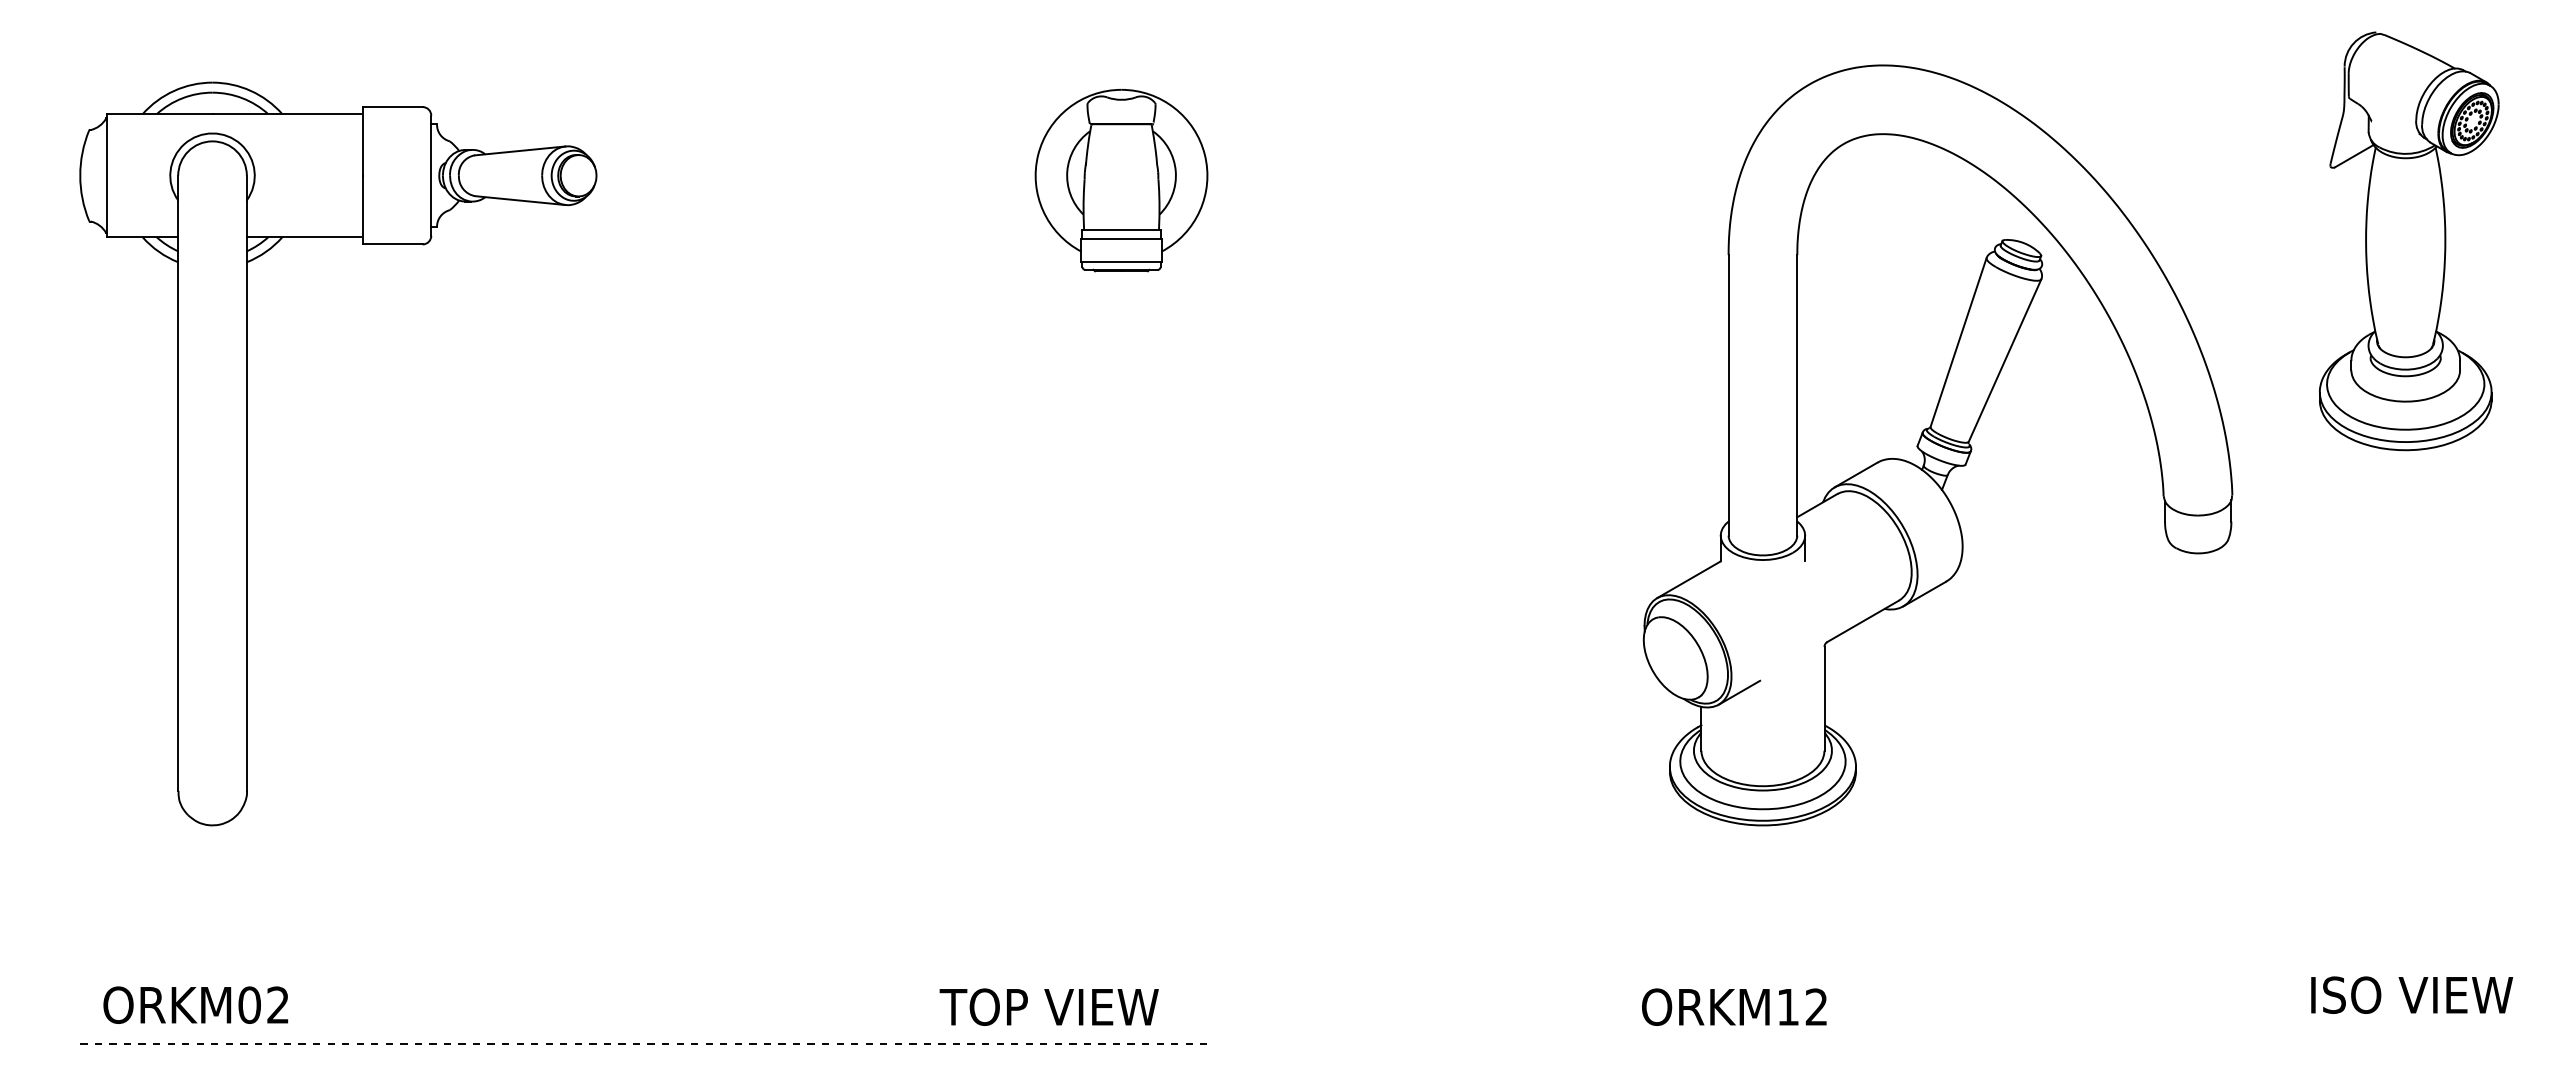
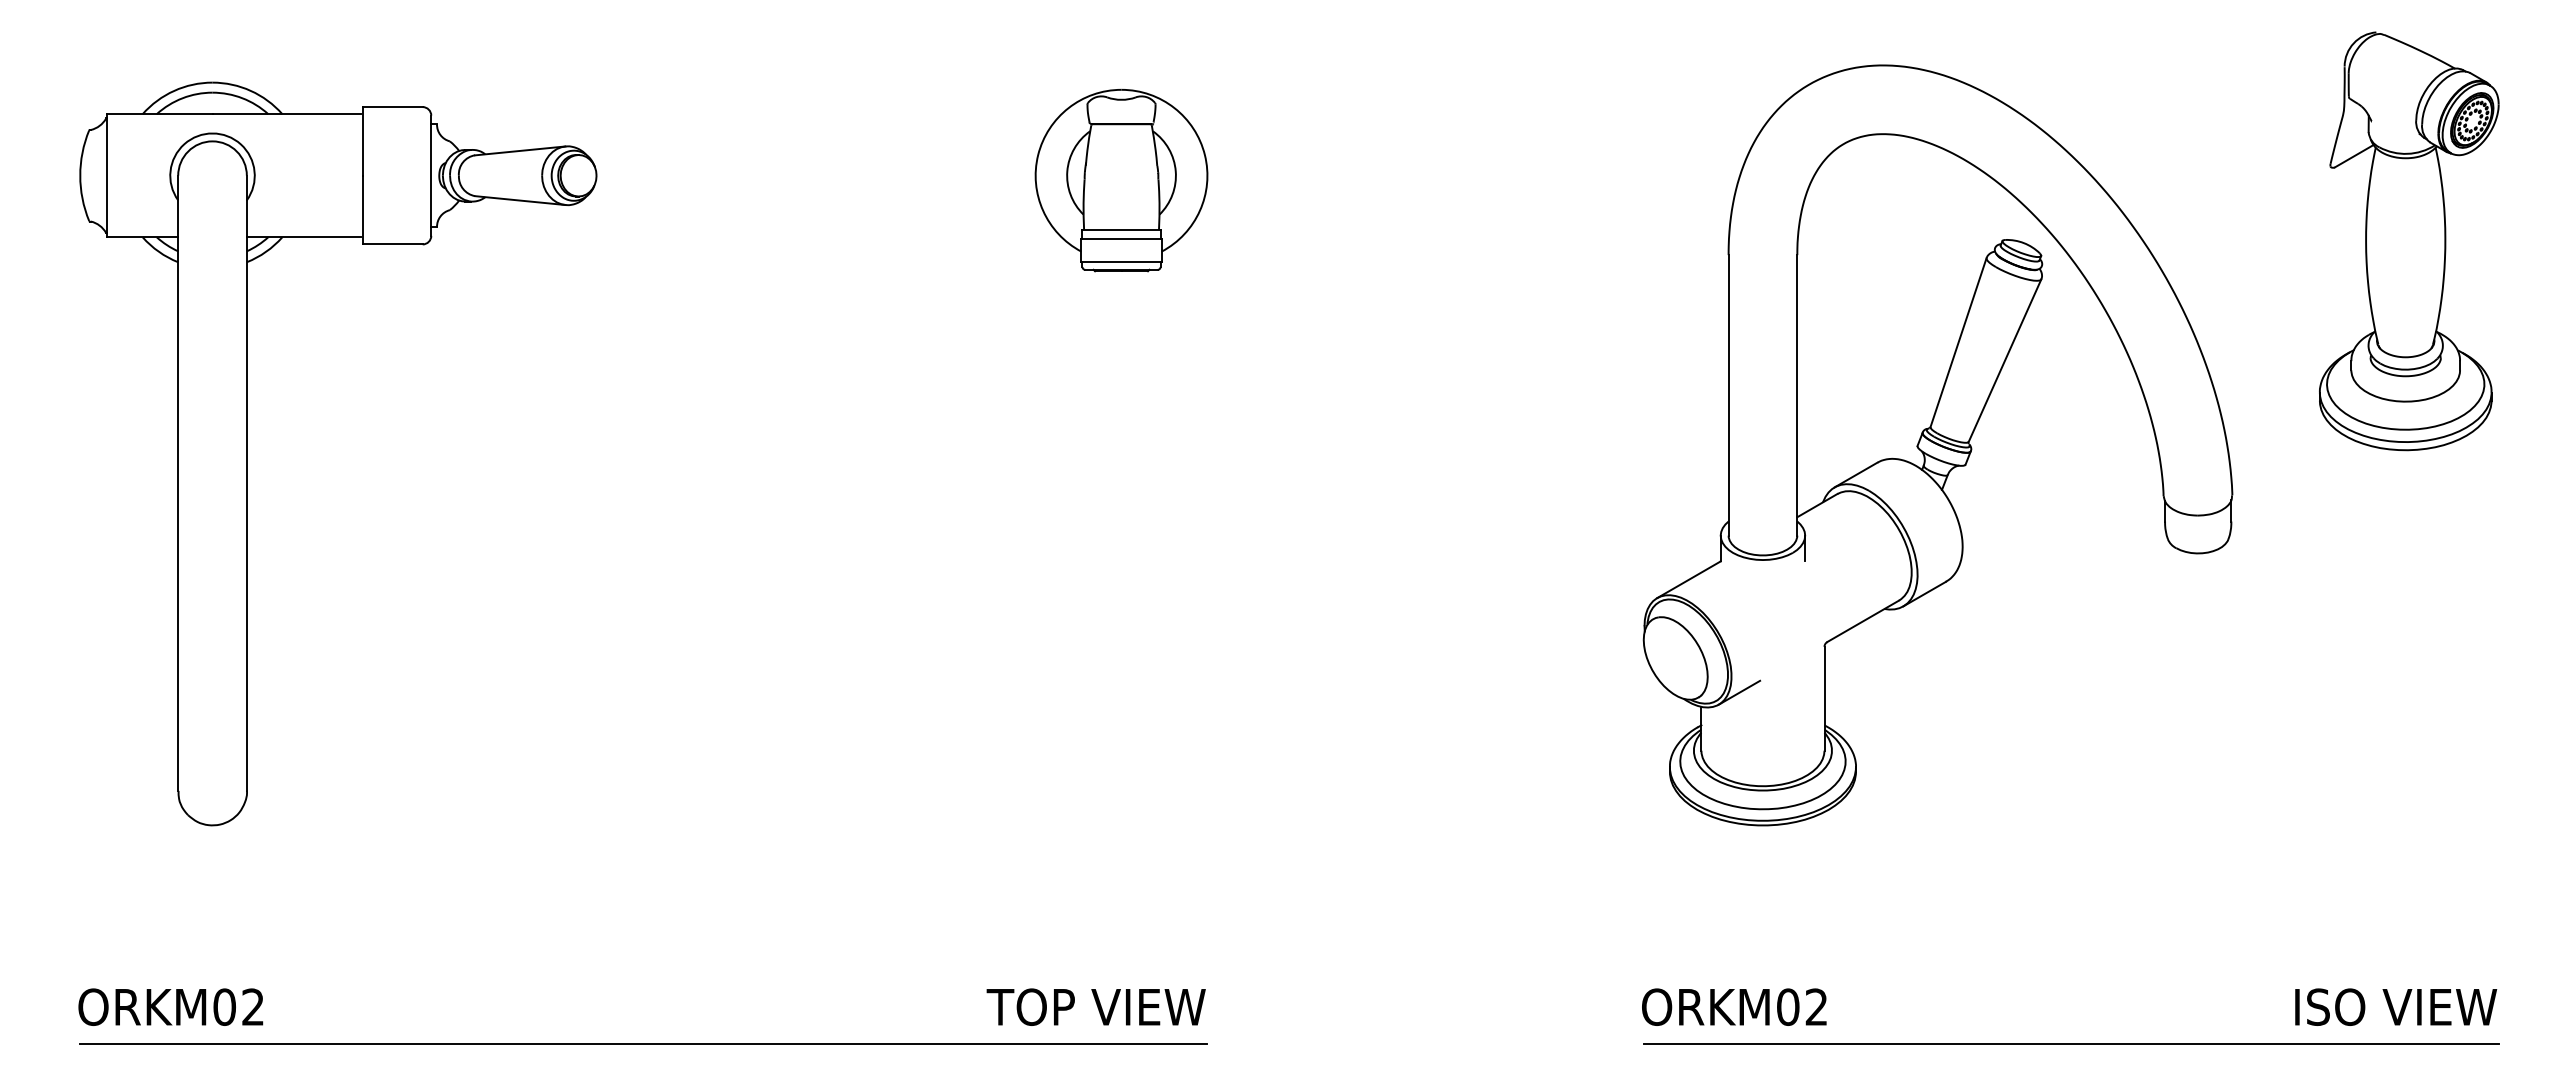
text at (2412, 994) position: (2412, 994) -> (2396, 1006)
text at (195, 1004) position: (195, 1004) -> (170, 1006)
text at (1048, 1006) position: (1048, 1006) -> (1095, 1006)
text at (1788, 1006): ORKM12 -> ORKM02
line at (643, 1043): dashed -> solid
line at (2070, 1043): none -> present
